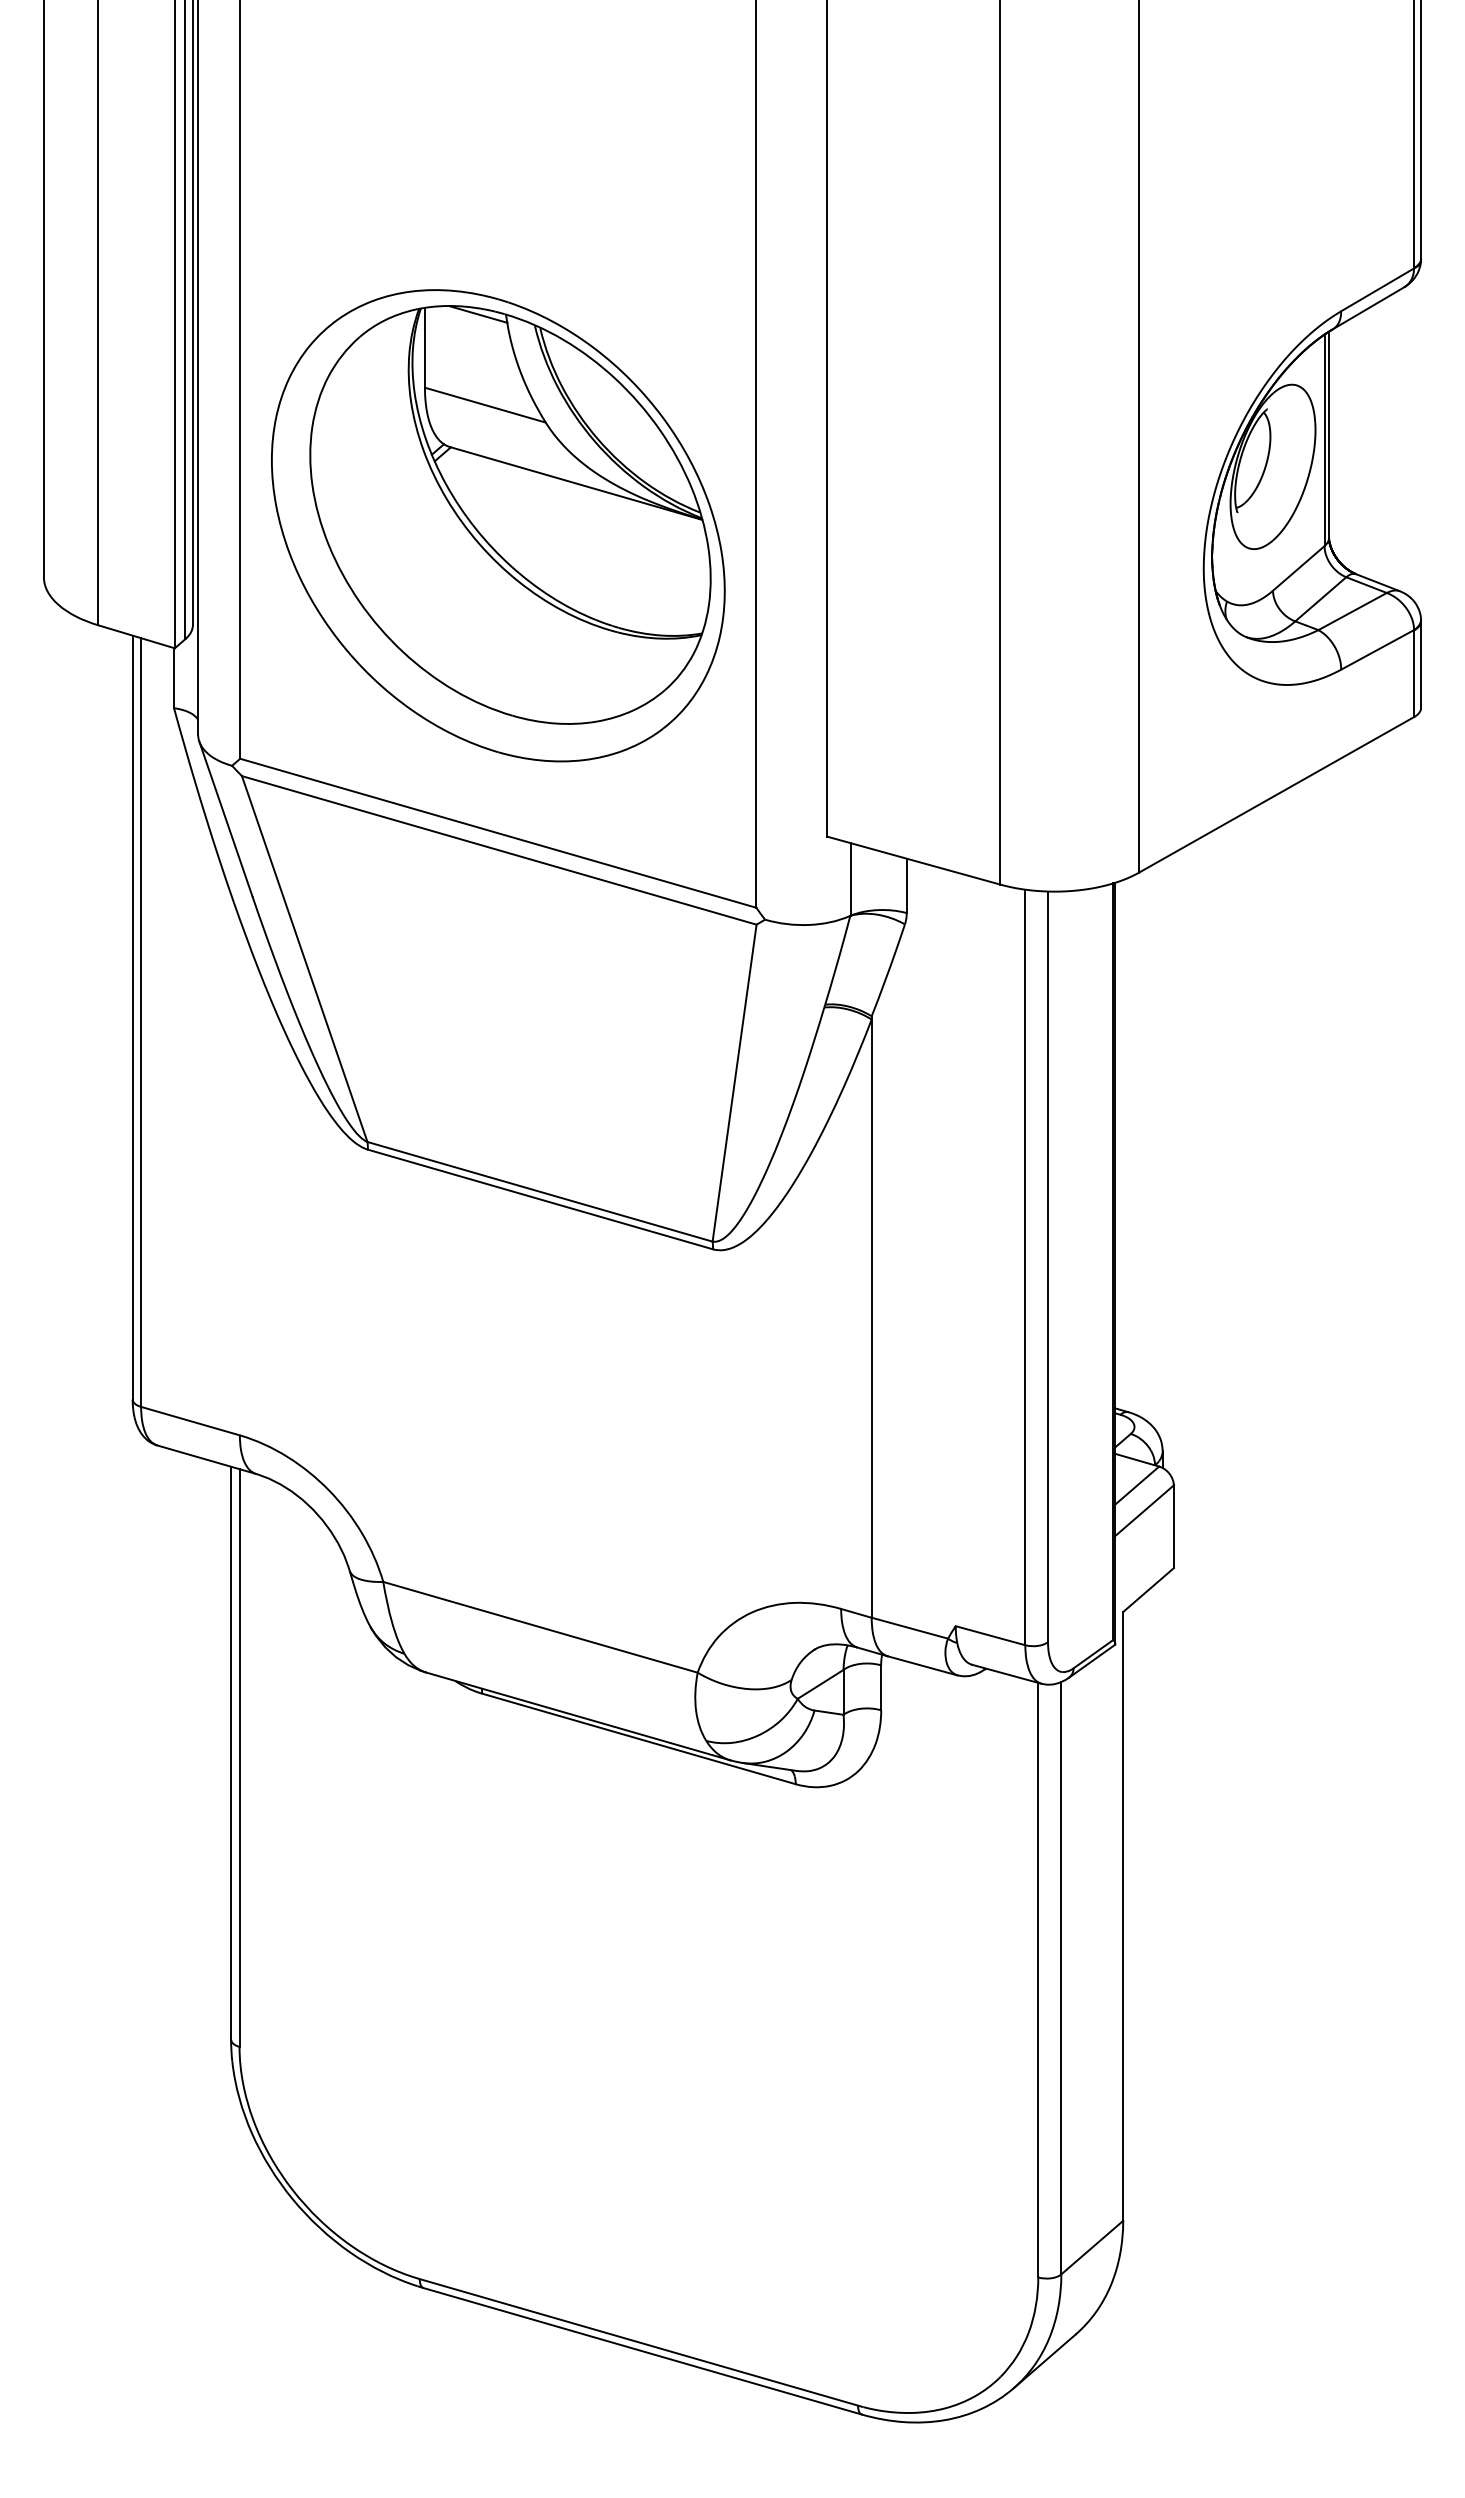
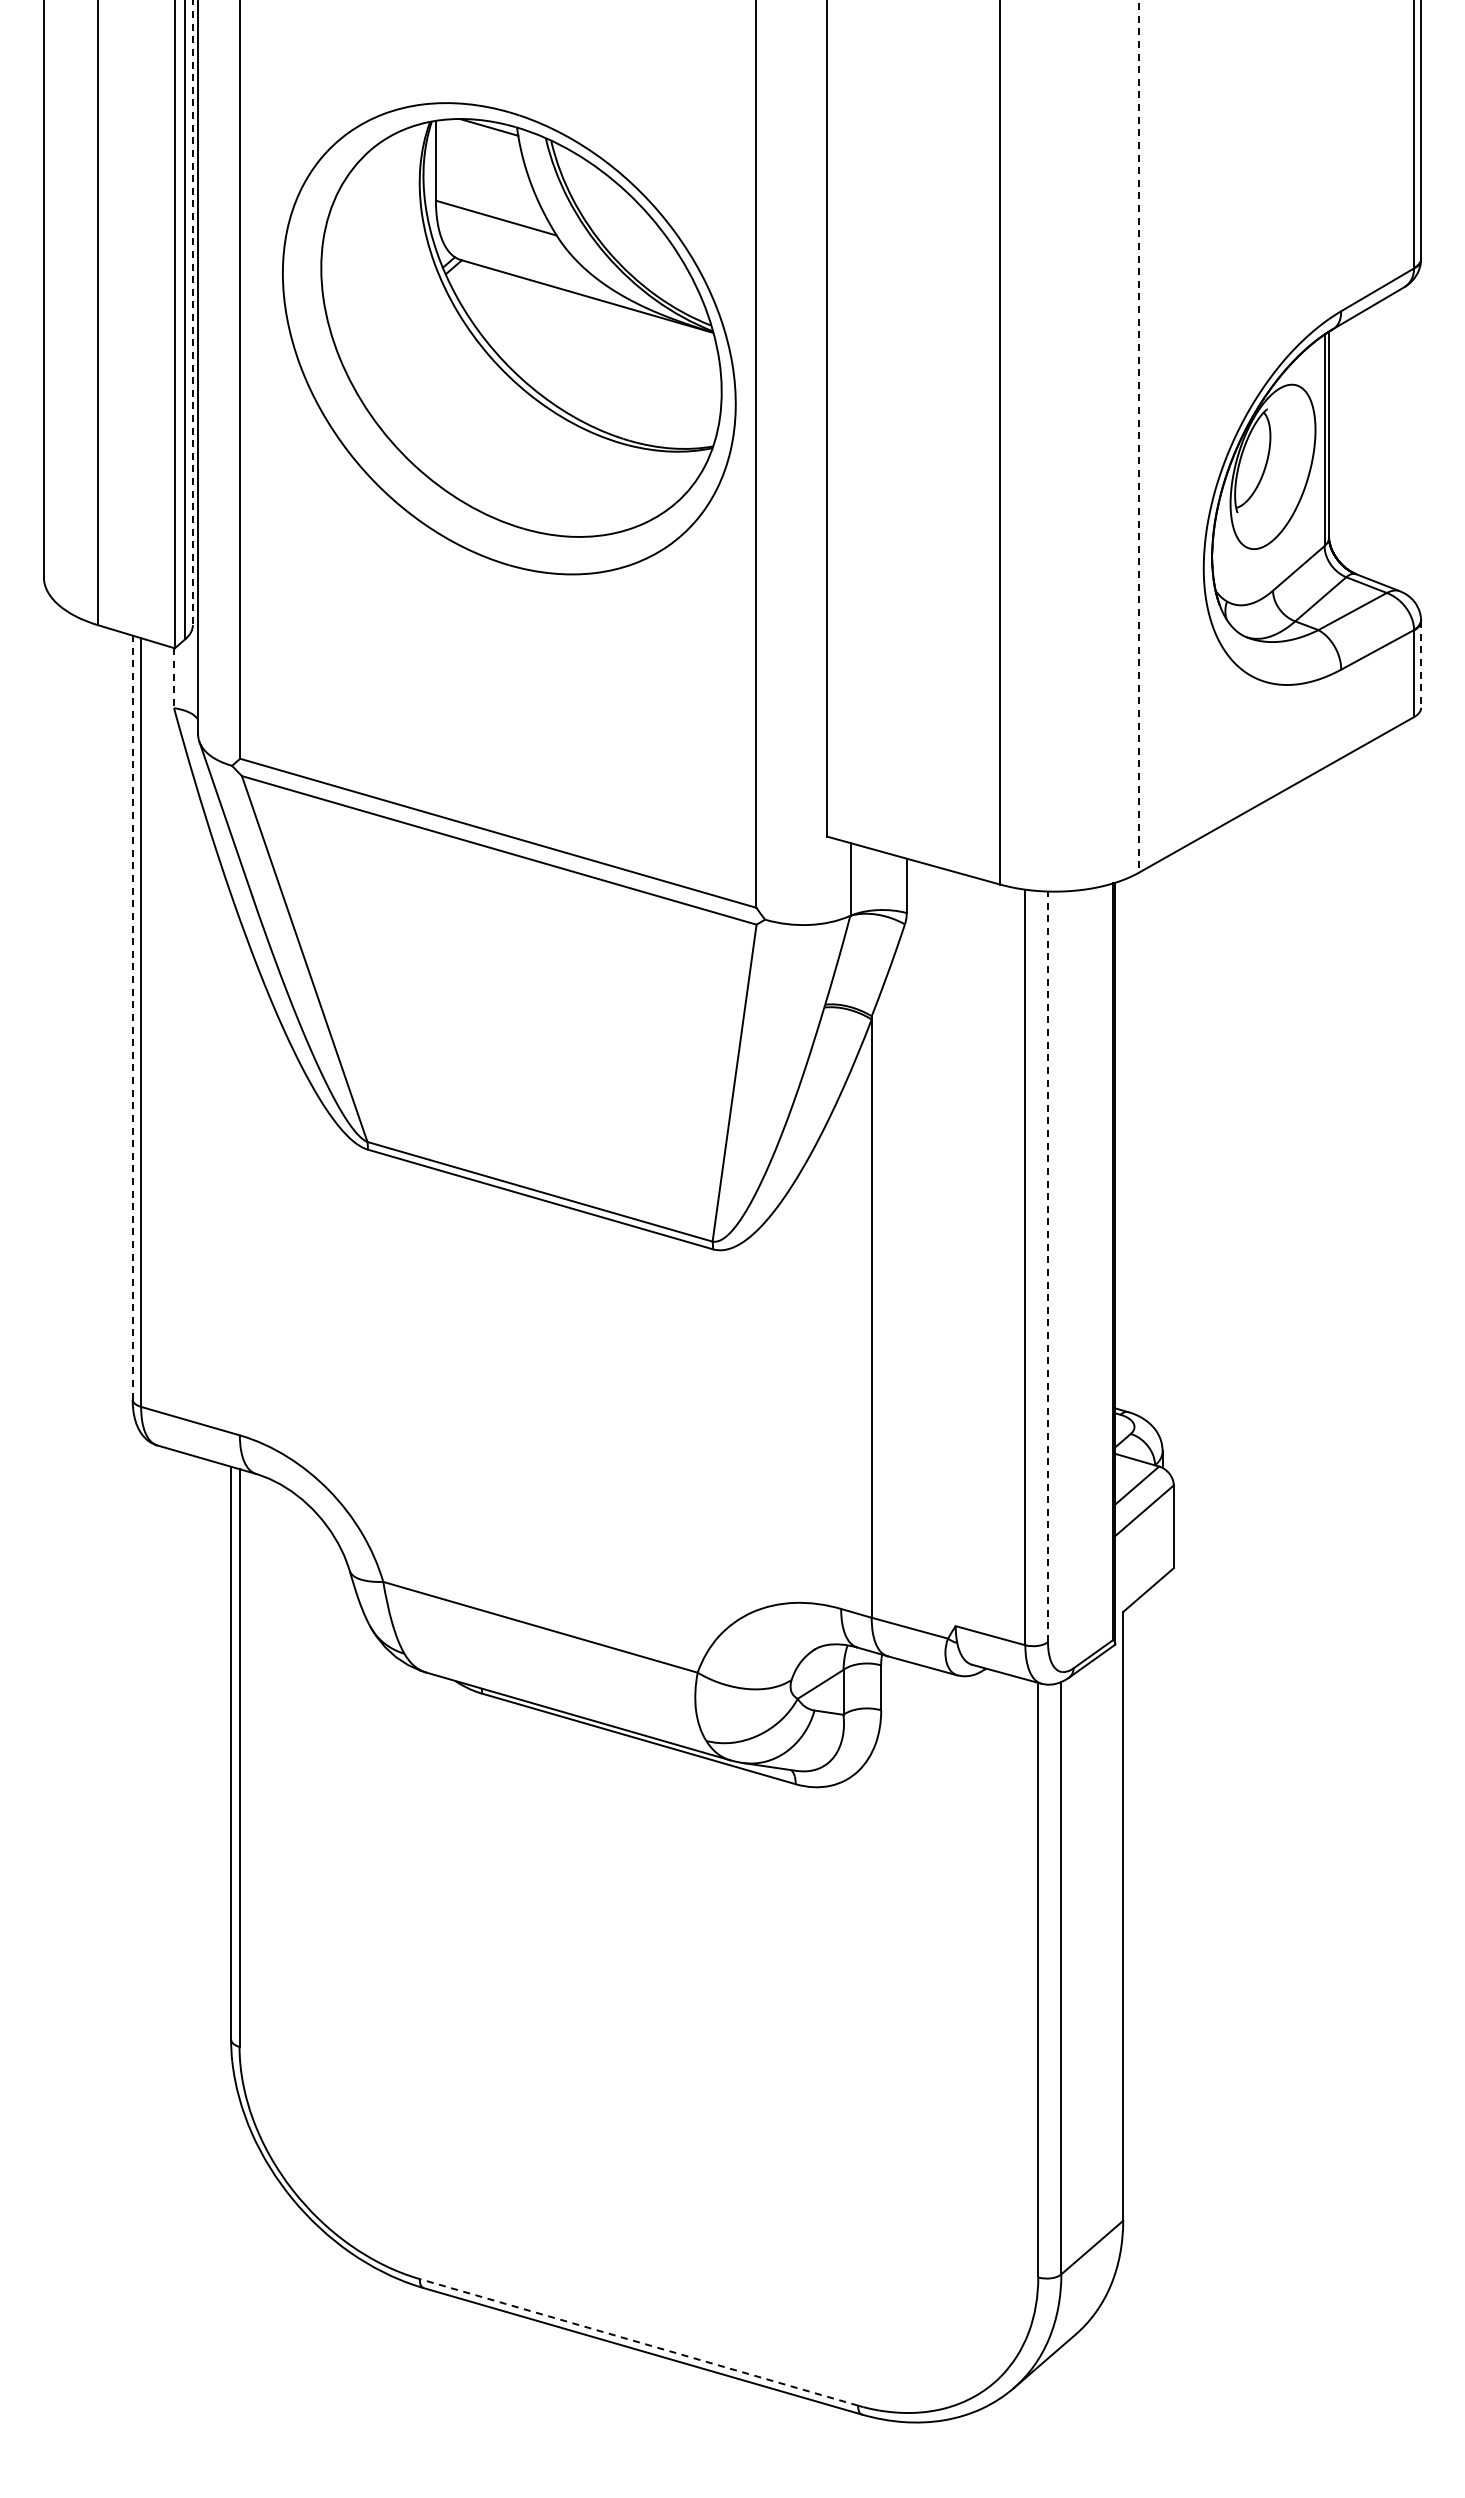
line at (192, 313): solid -> dashed
line at (1139, 436): solid -> dashed
part at (498, 525) position: (498, 525) -> (509, 338)
line at (1421, 664): solid -> dashed
line at (174, 678): solid -> dashed
line at (132, 1017): solid -> dashed
line at (1048, 1266): solid -> dashed
line at (638, 2342): solid -> dashed
